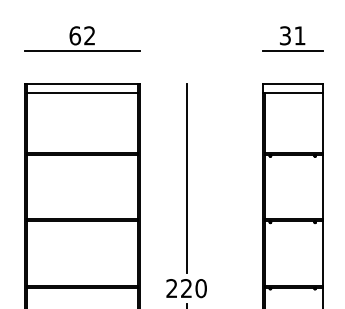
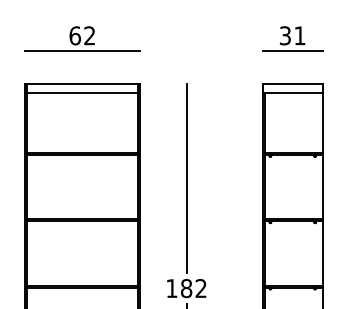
text at (186, 288): 220 -> 182
